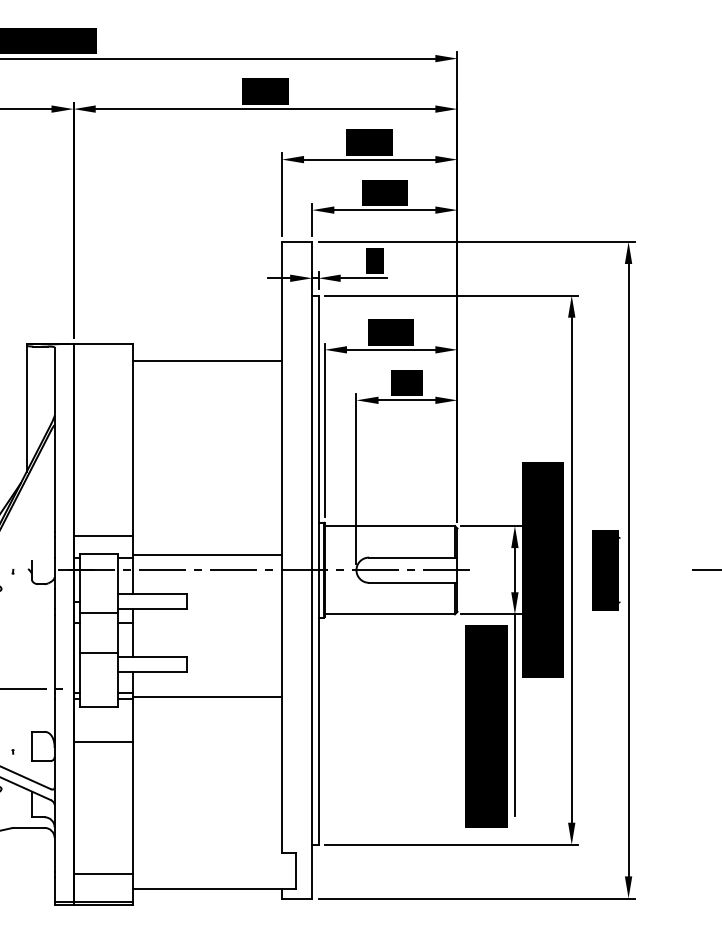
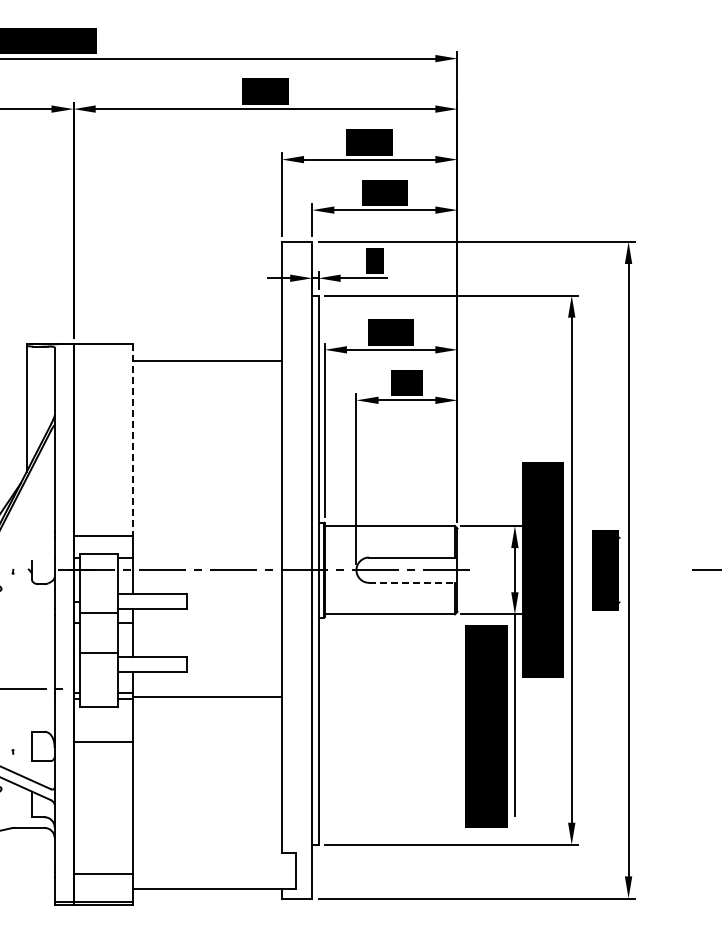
line at (132, 440): solid -> dashed
line at (206, 555): present -> none
line at (413, 582): solid -> dashed
